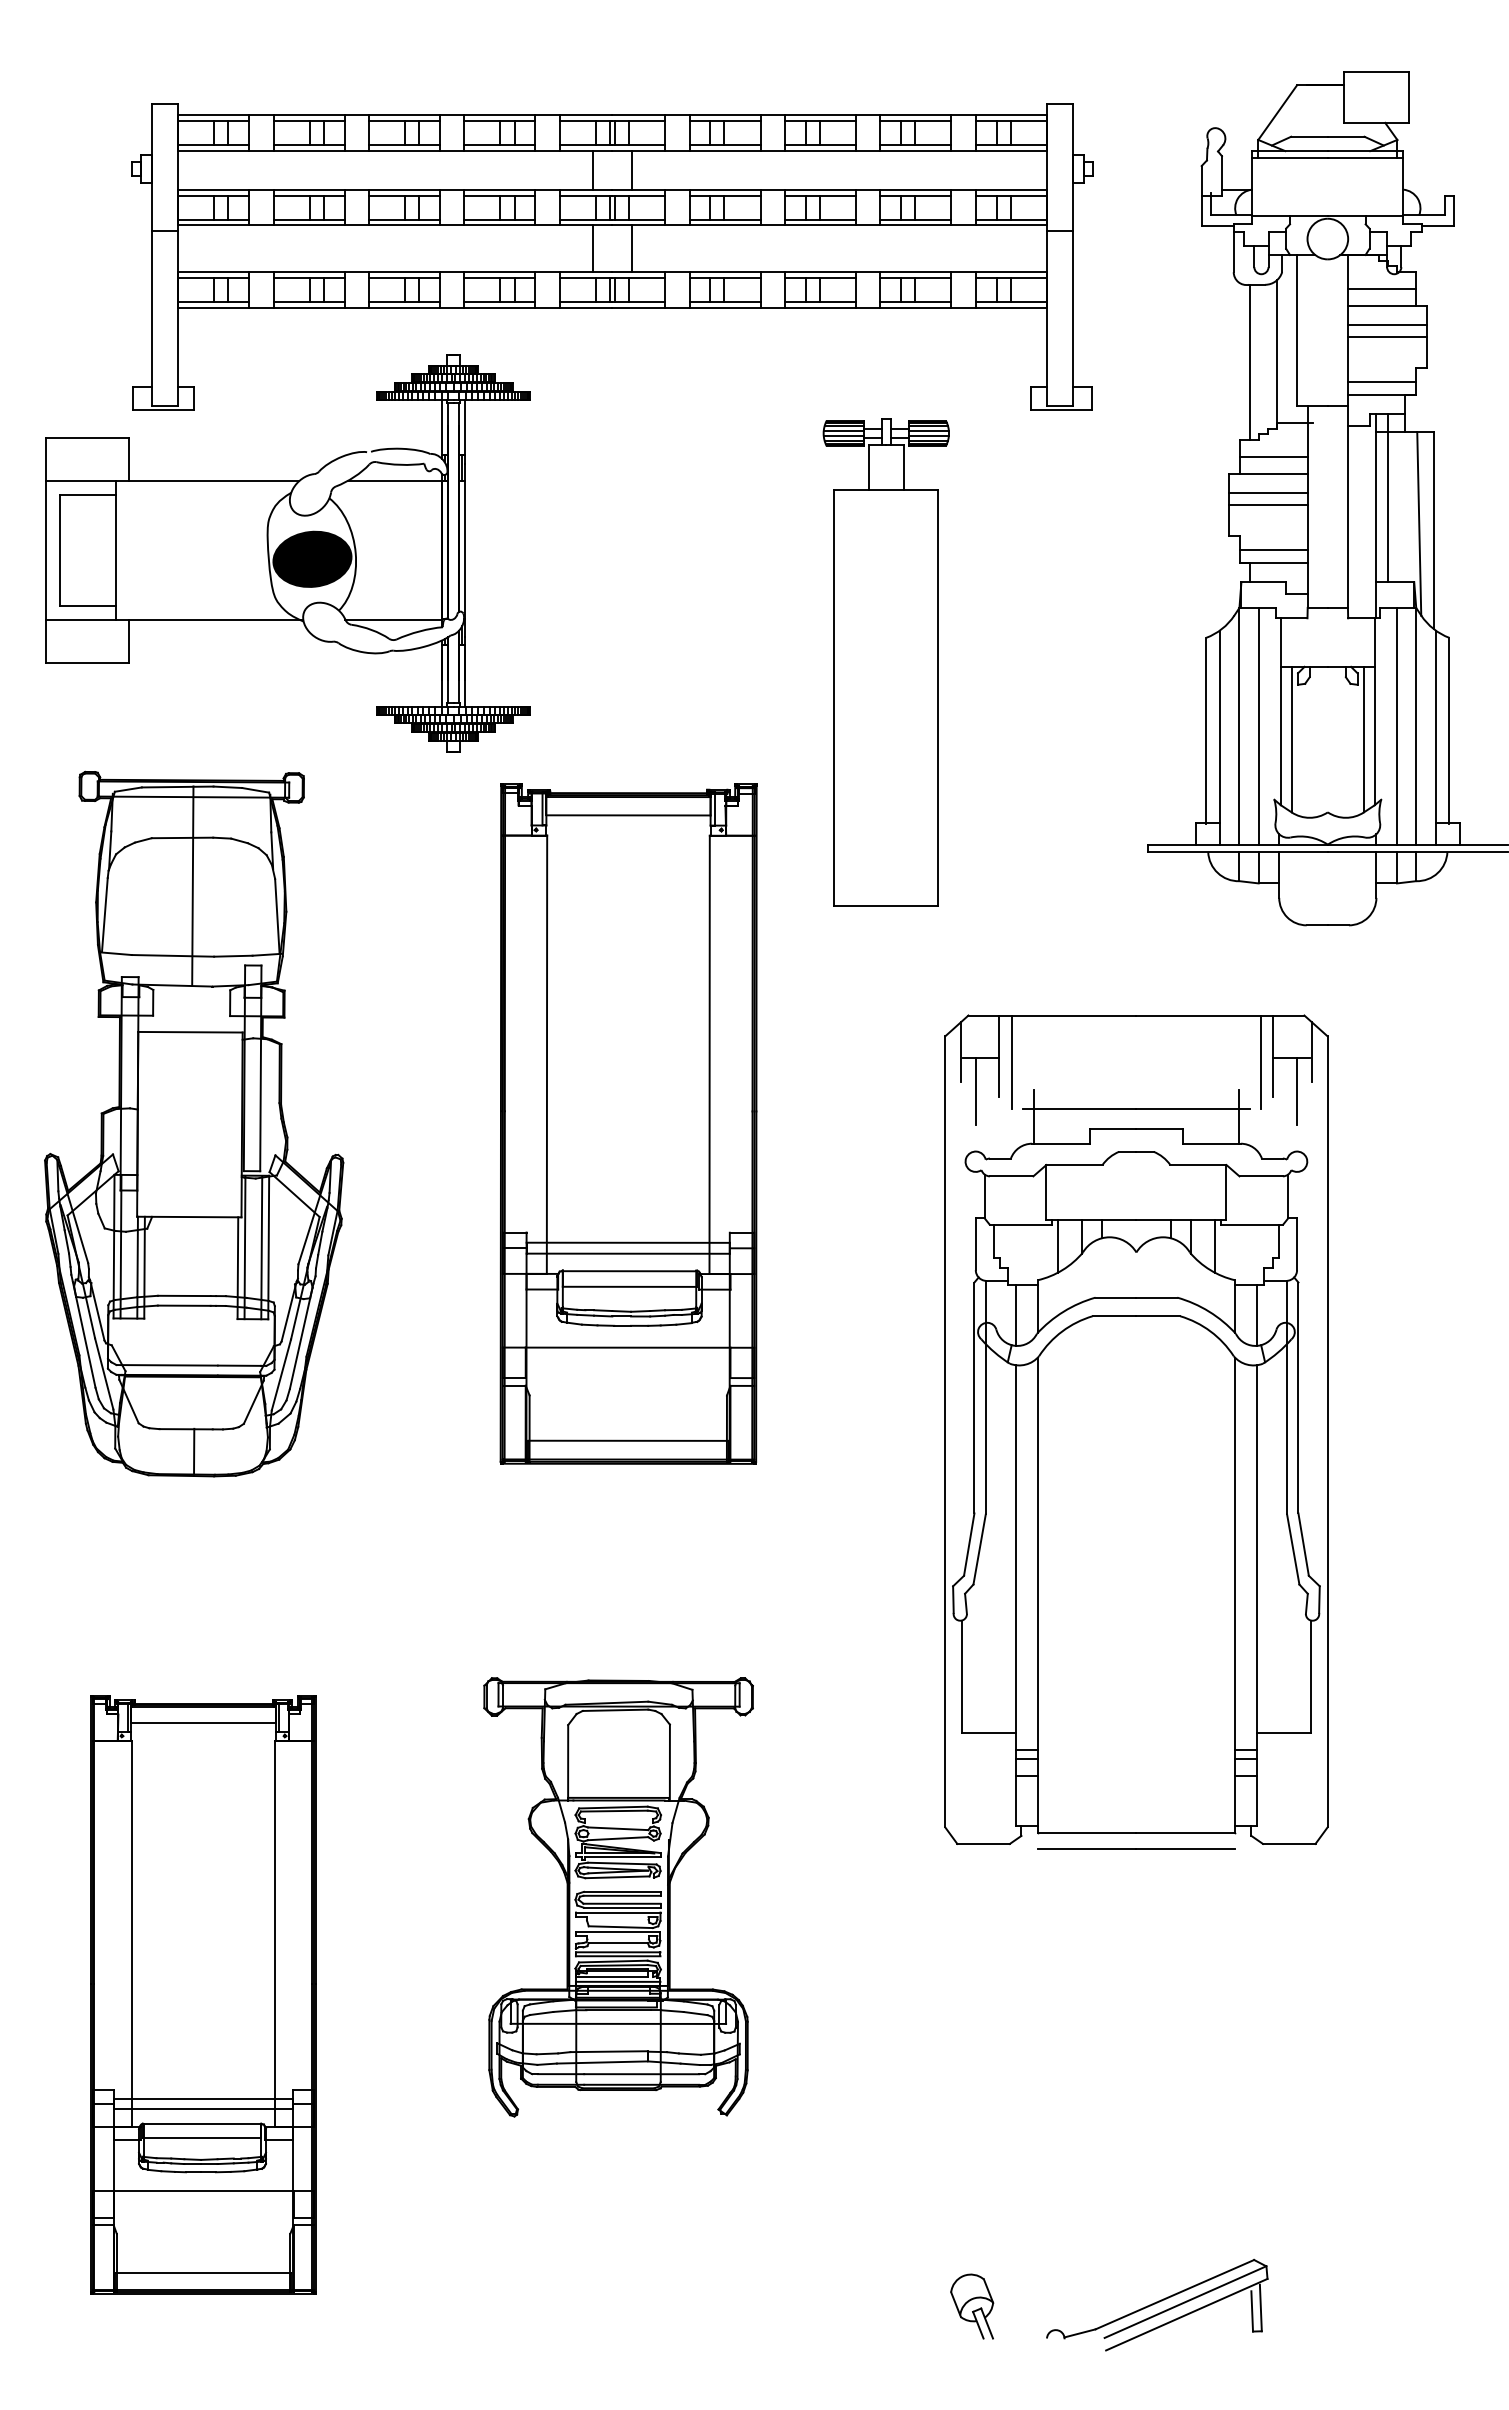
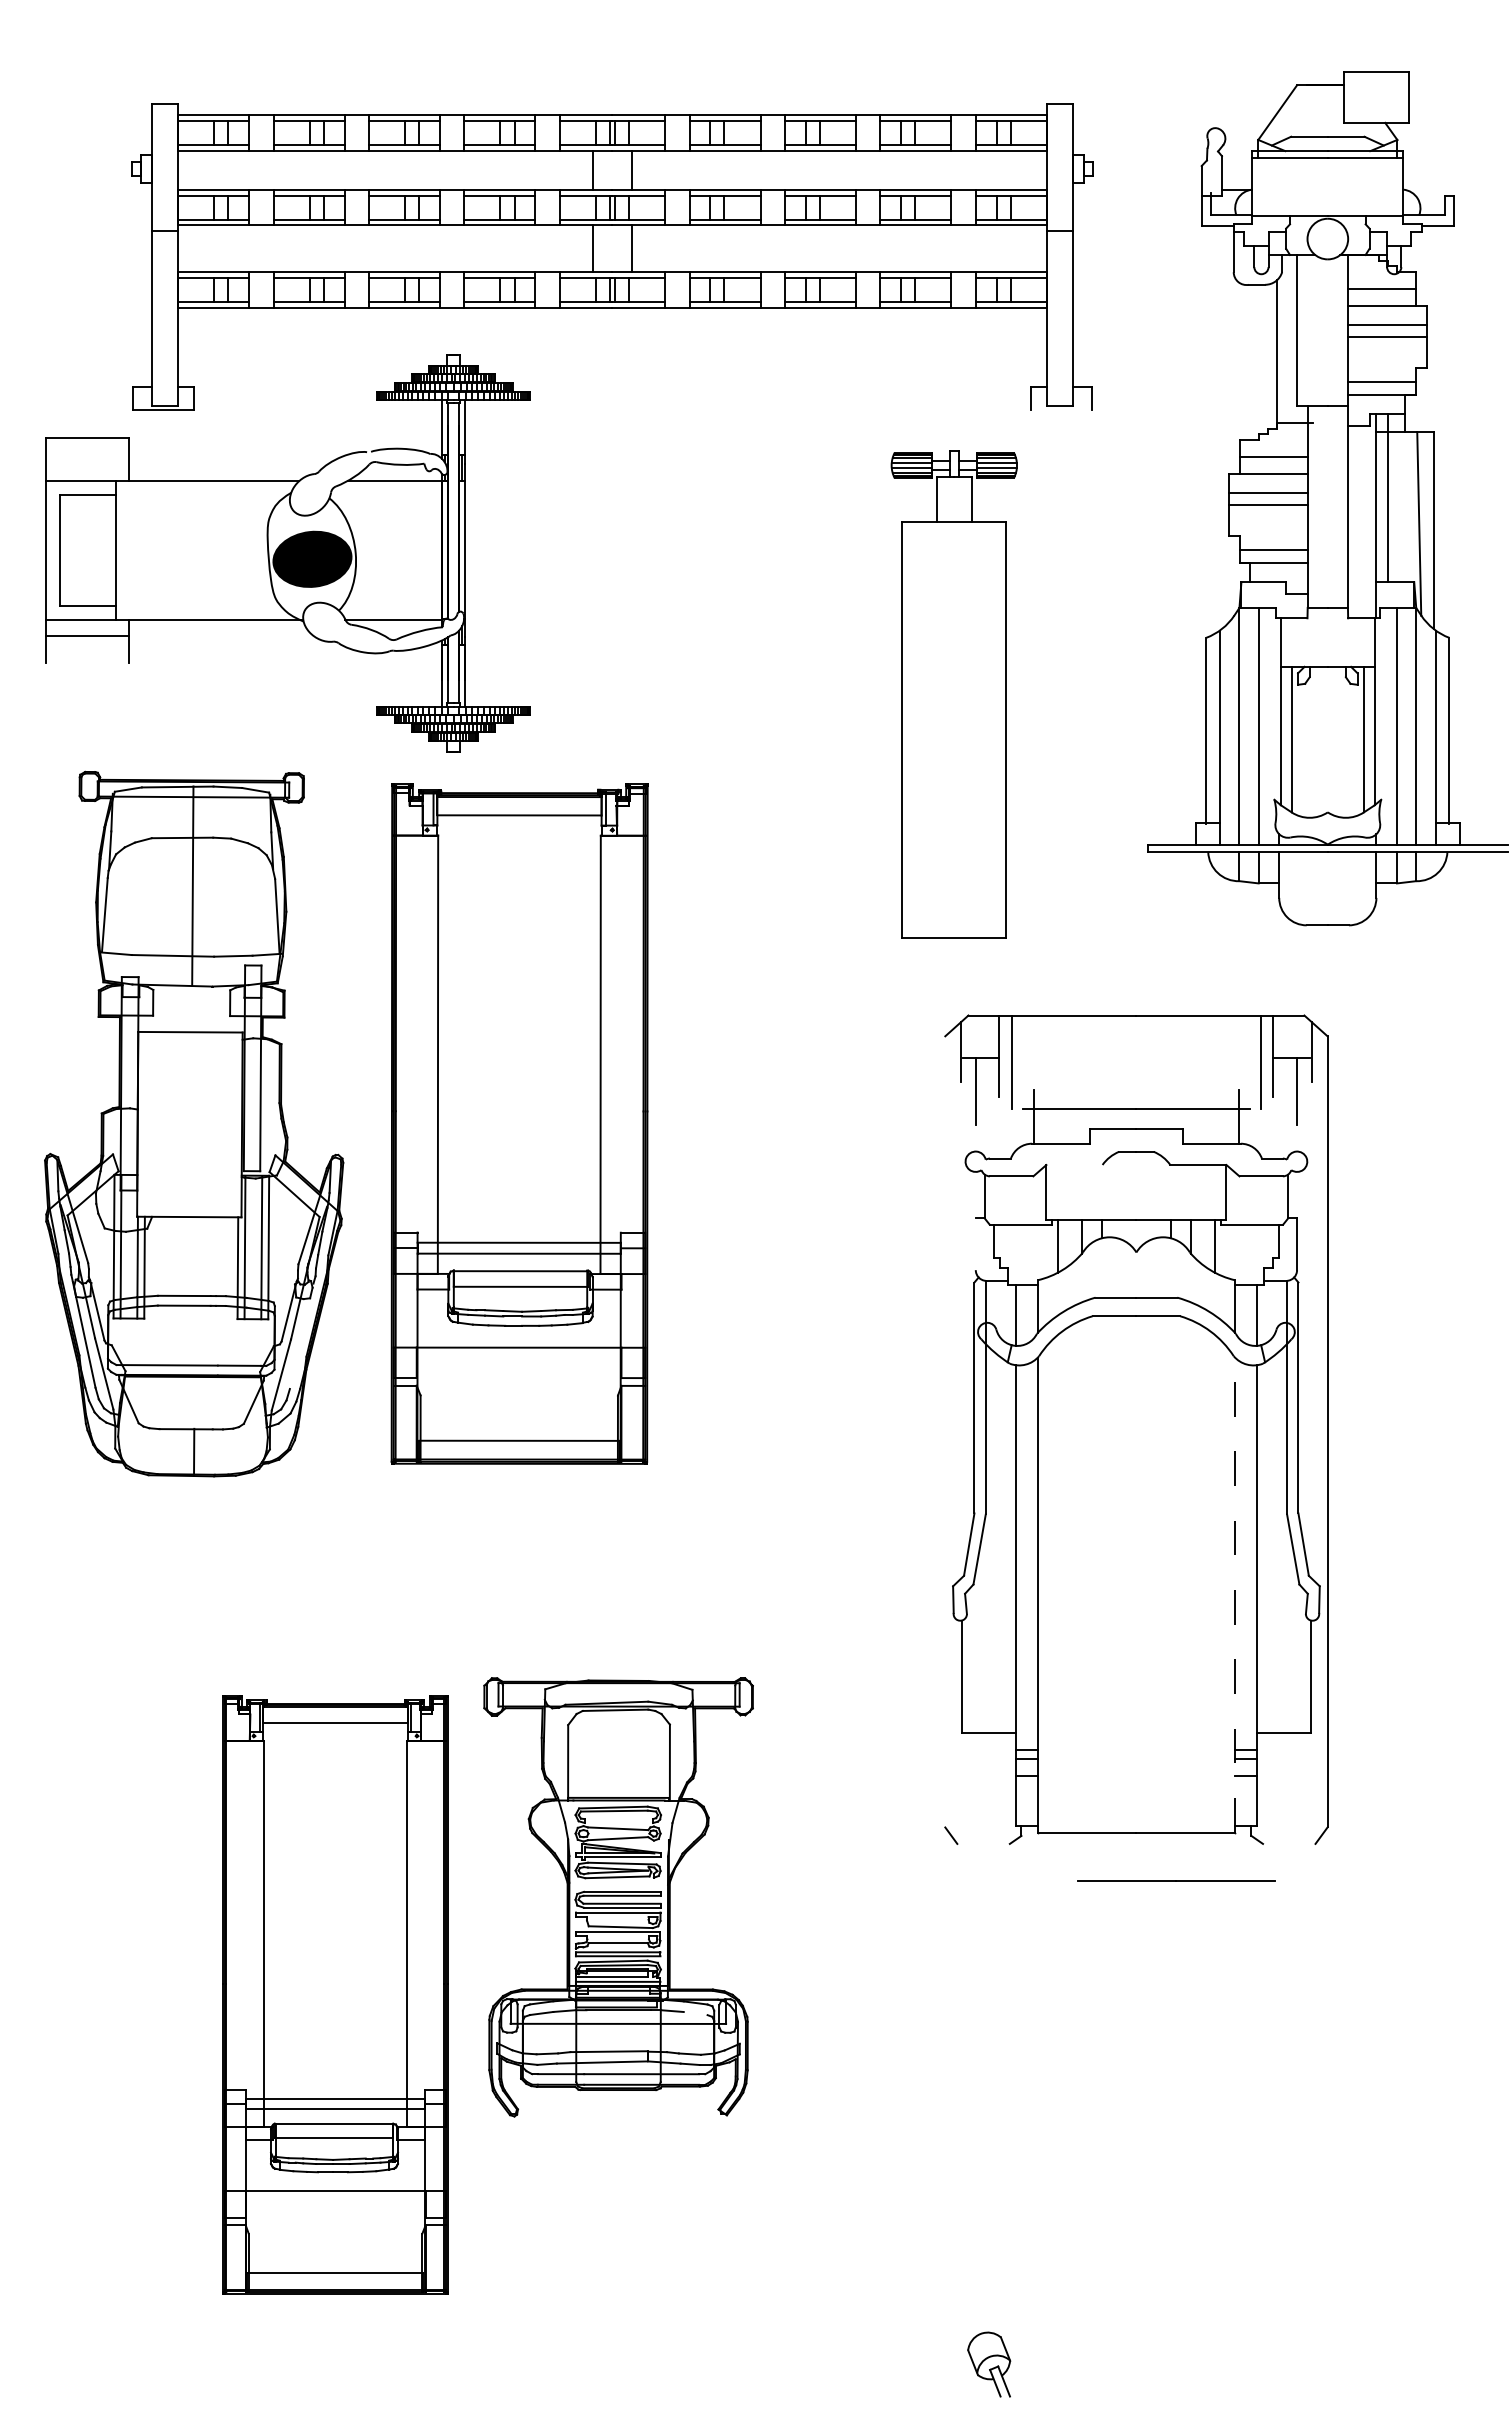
line at (1249, 361): present -> none
line at (1061, 409): present -> none
line at (87, 662) position: (87, 662) -> (87, 635)
part at (885, 662) position: (885, 662) -> (953, 694)
part at (628, 1123) position: (628, 1123) -> (519, 1123)
line at (1074, 1165): present -> none
line at (975, 1244): present -> none
line at (301, 1335): present -> none
line at (945, 1431): present -> none
line at (1235, 1595): solid -> dashed
line at (983, 1843): present -> none
line at (1289, 1843): present -> none
line at (1136, 1848) position: (1136, 1848) -> (1176, 1880)
part at (203, 1994) position: (203, 1994) -> (335, 1994)
line at (695, 2013): present -> none
part at (1157, 2304): present -> none
part at (972, 2306) position: (972, 2306) -> (989, 2364)
